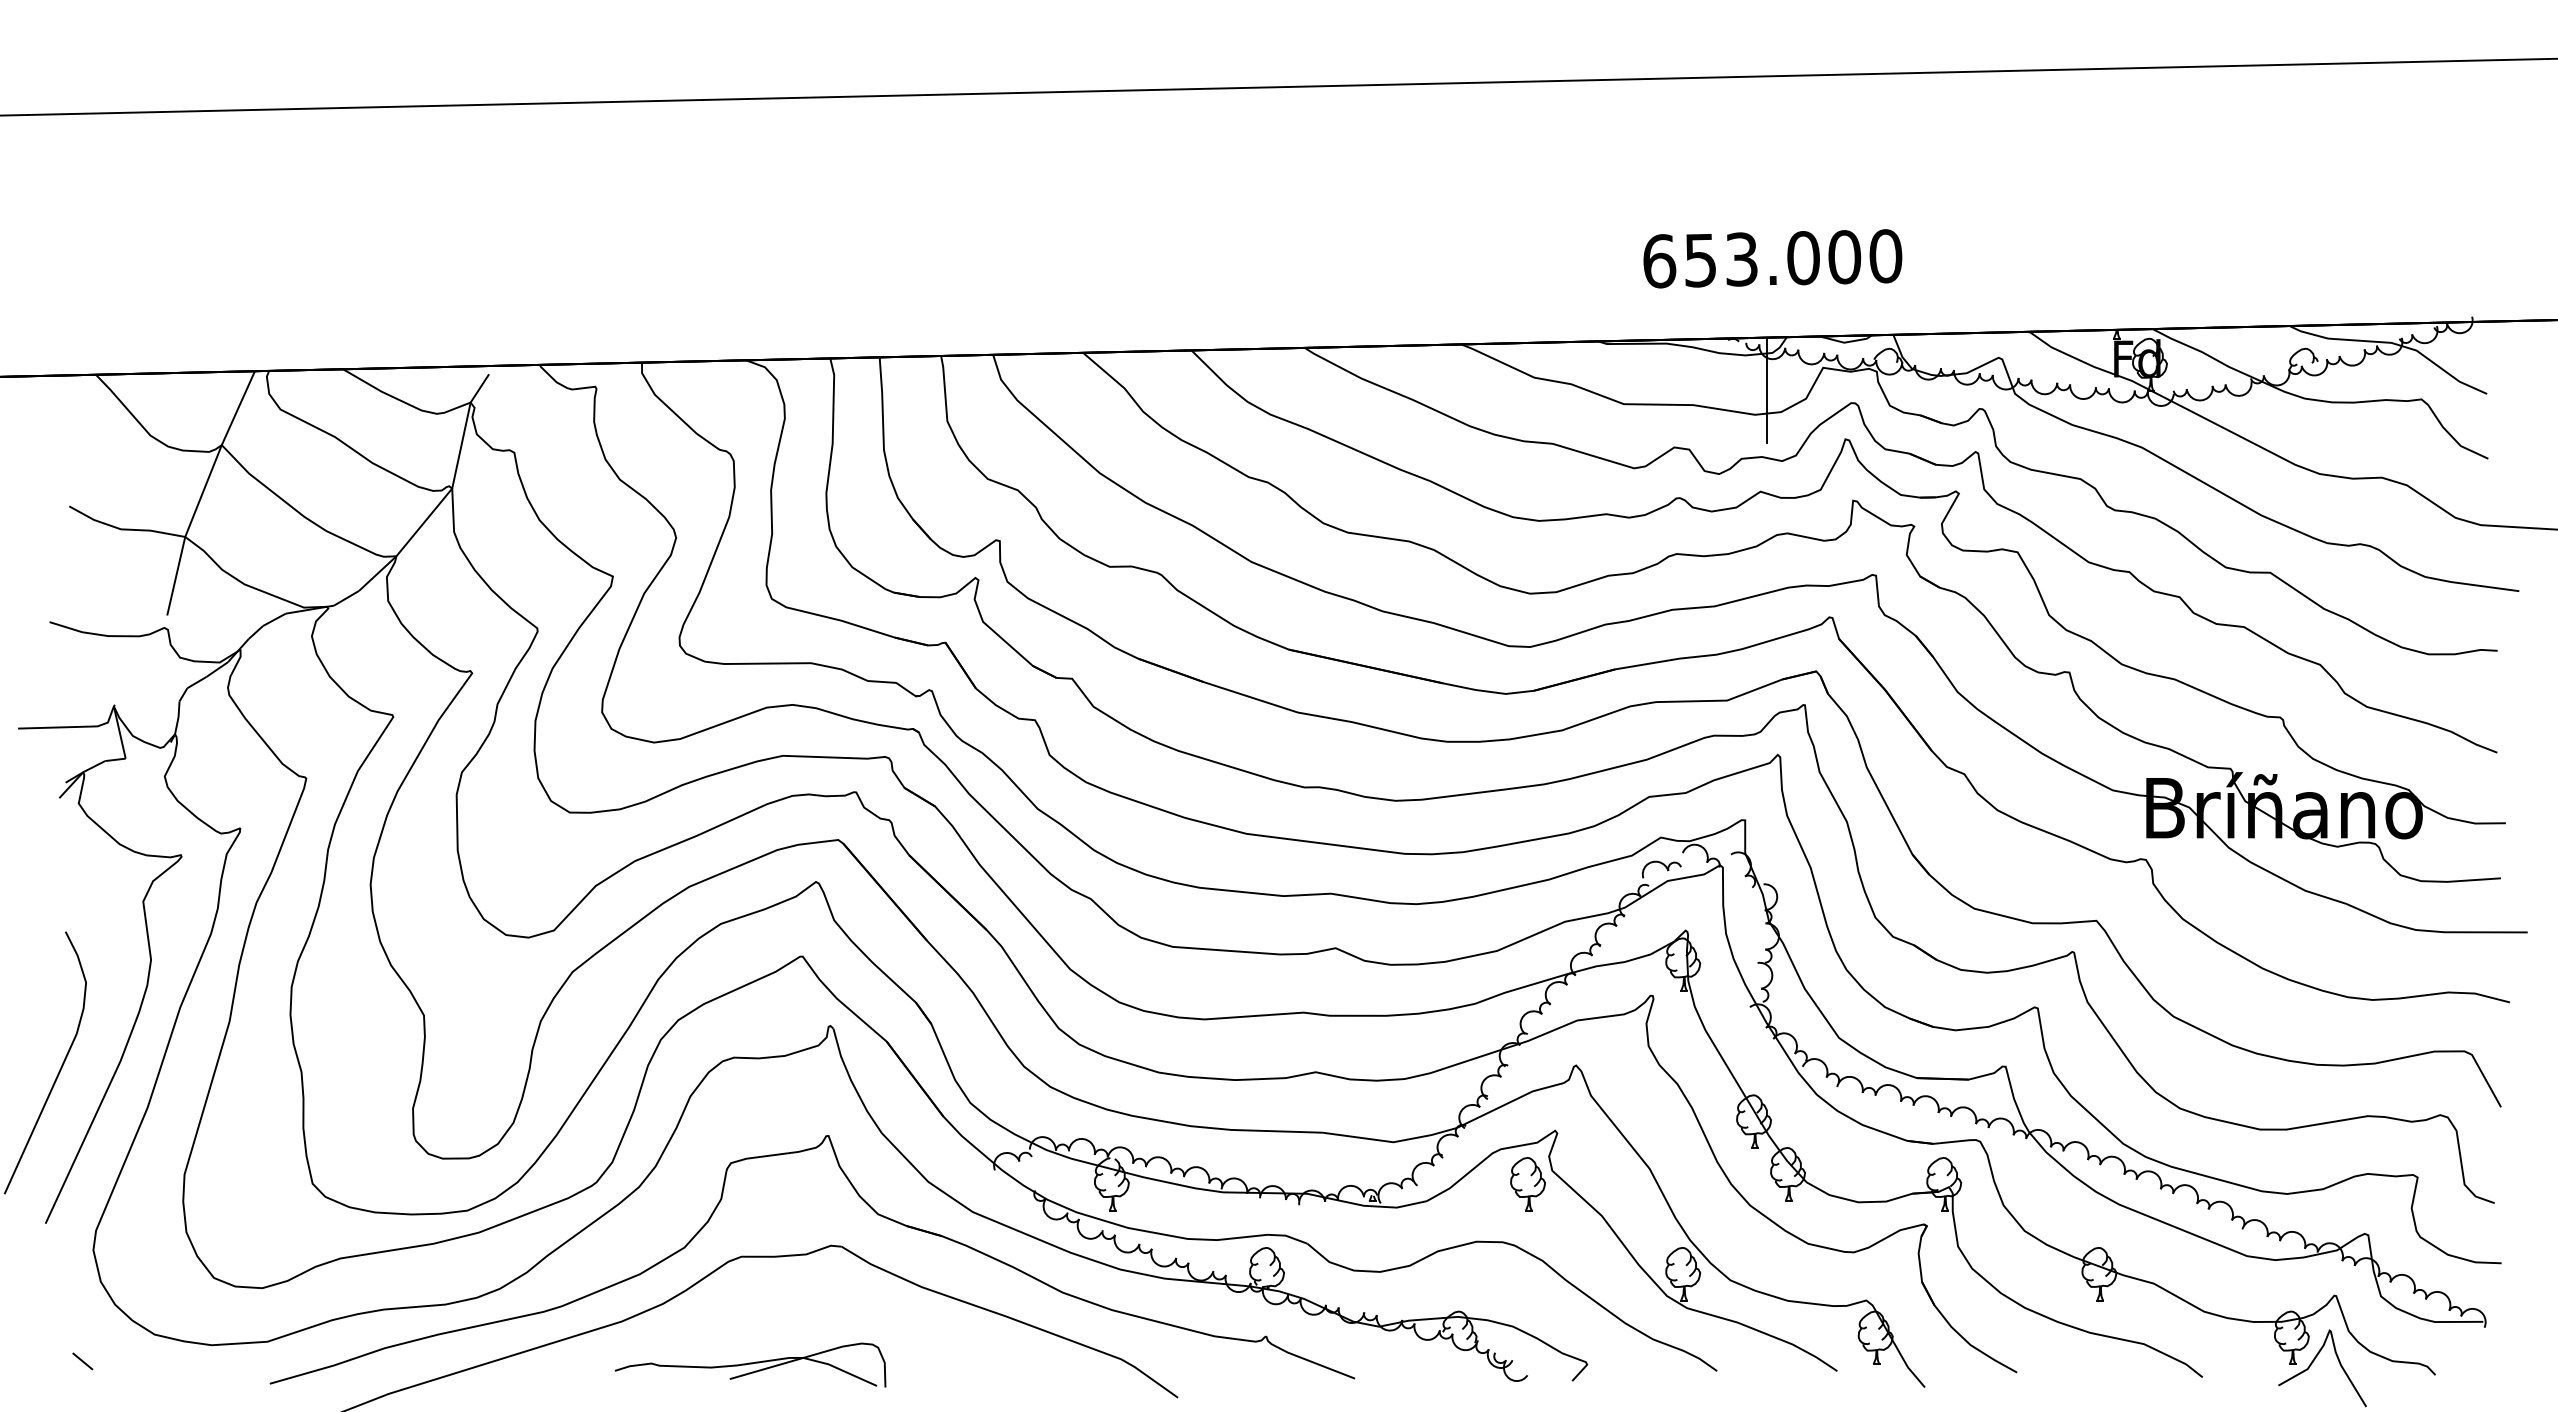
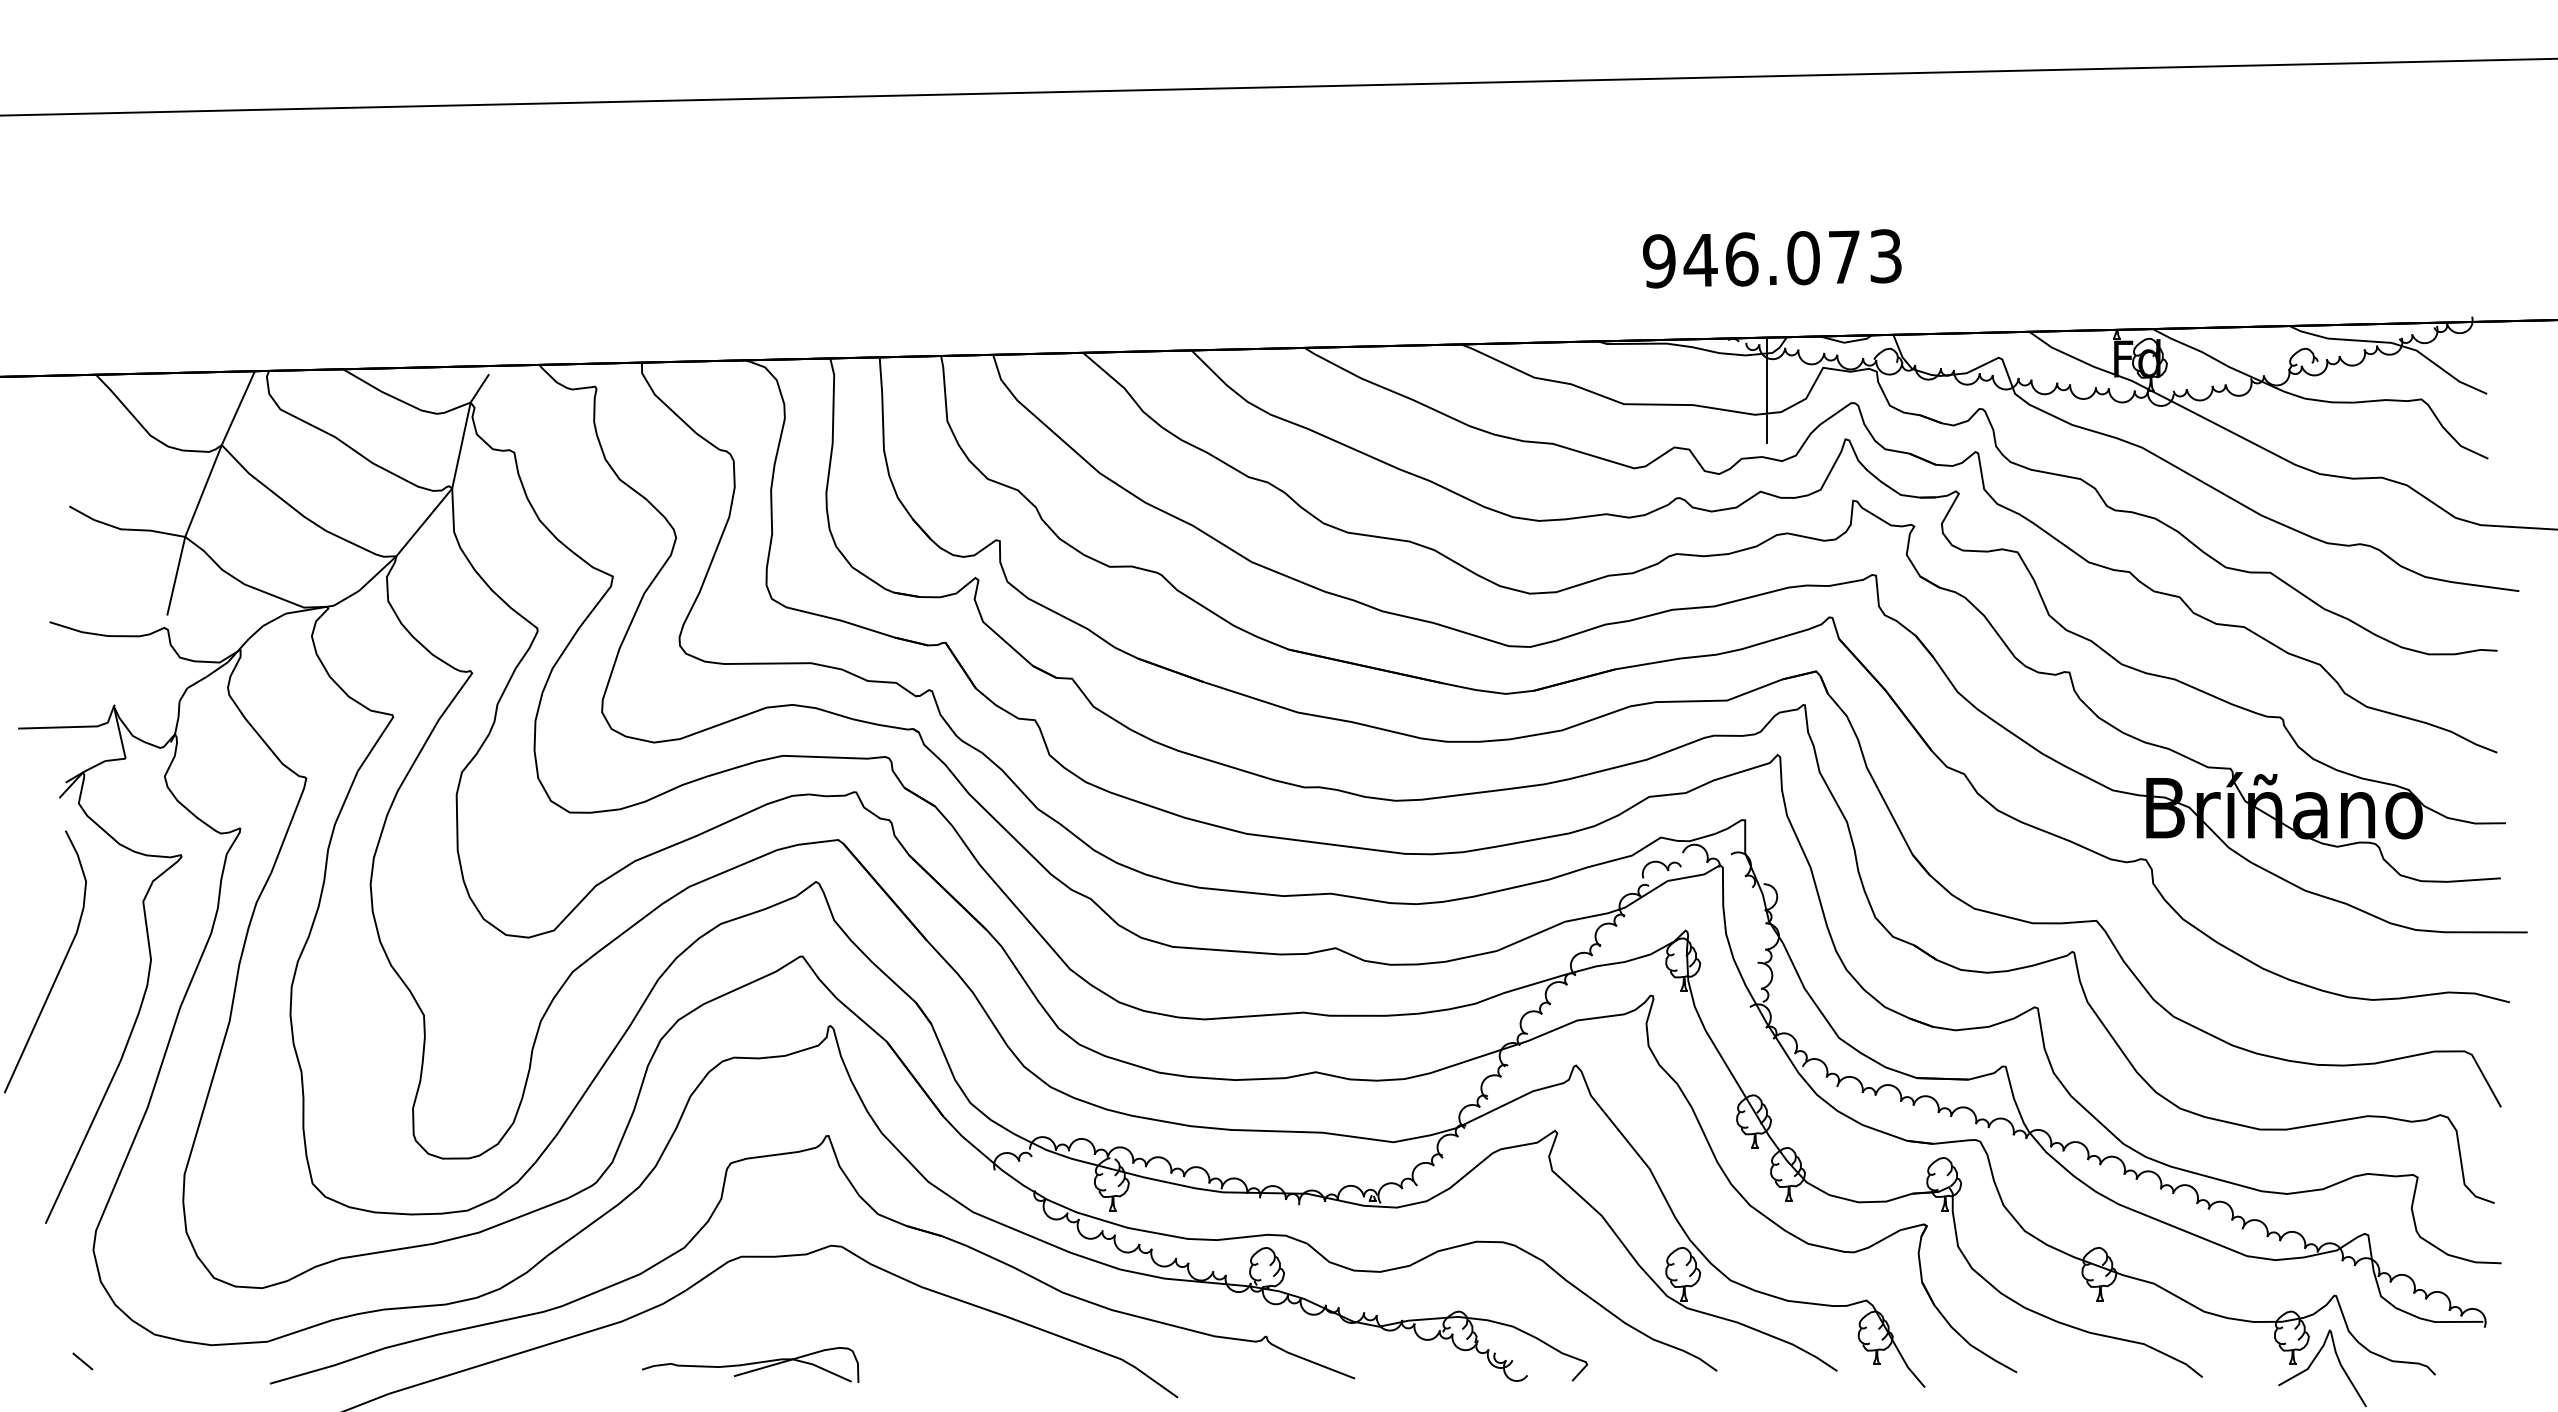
text at (1772, 258): 653.000 -> 946.073
curve at (59, 1069) position: (59, 1069) -> (59, 968)
part at (1527, 1184): present -> none
part at (750, 1364) size: 273x46 px -> 218x36 px
